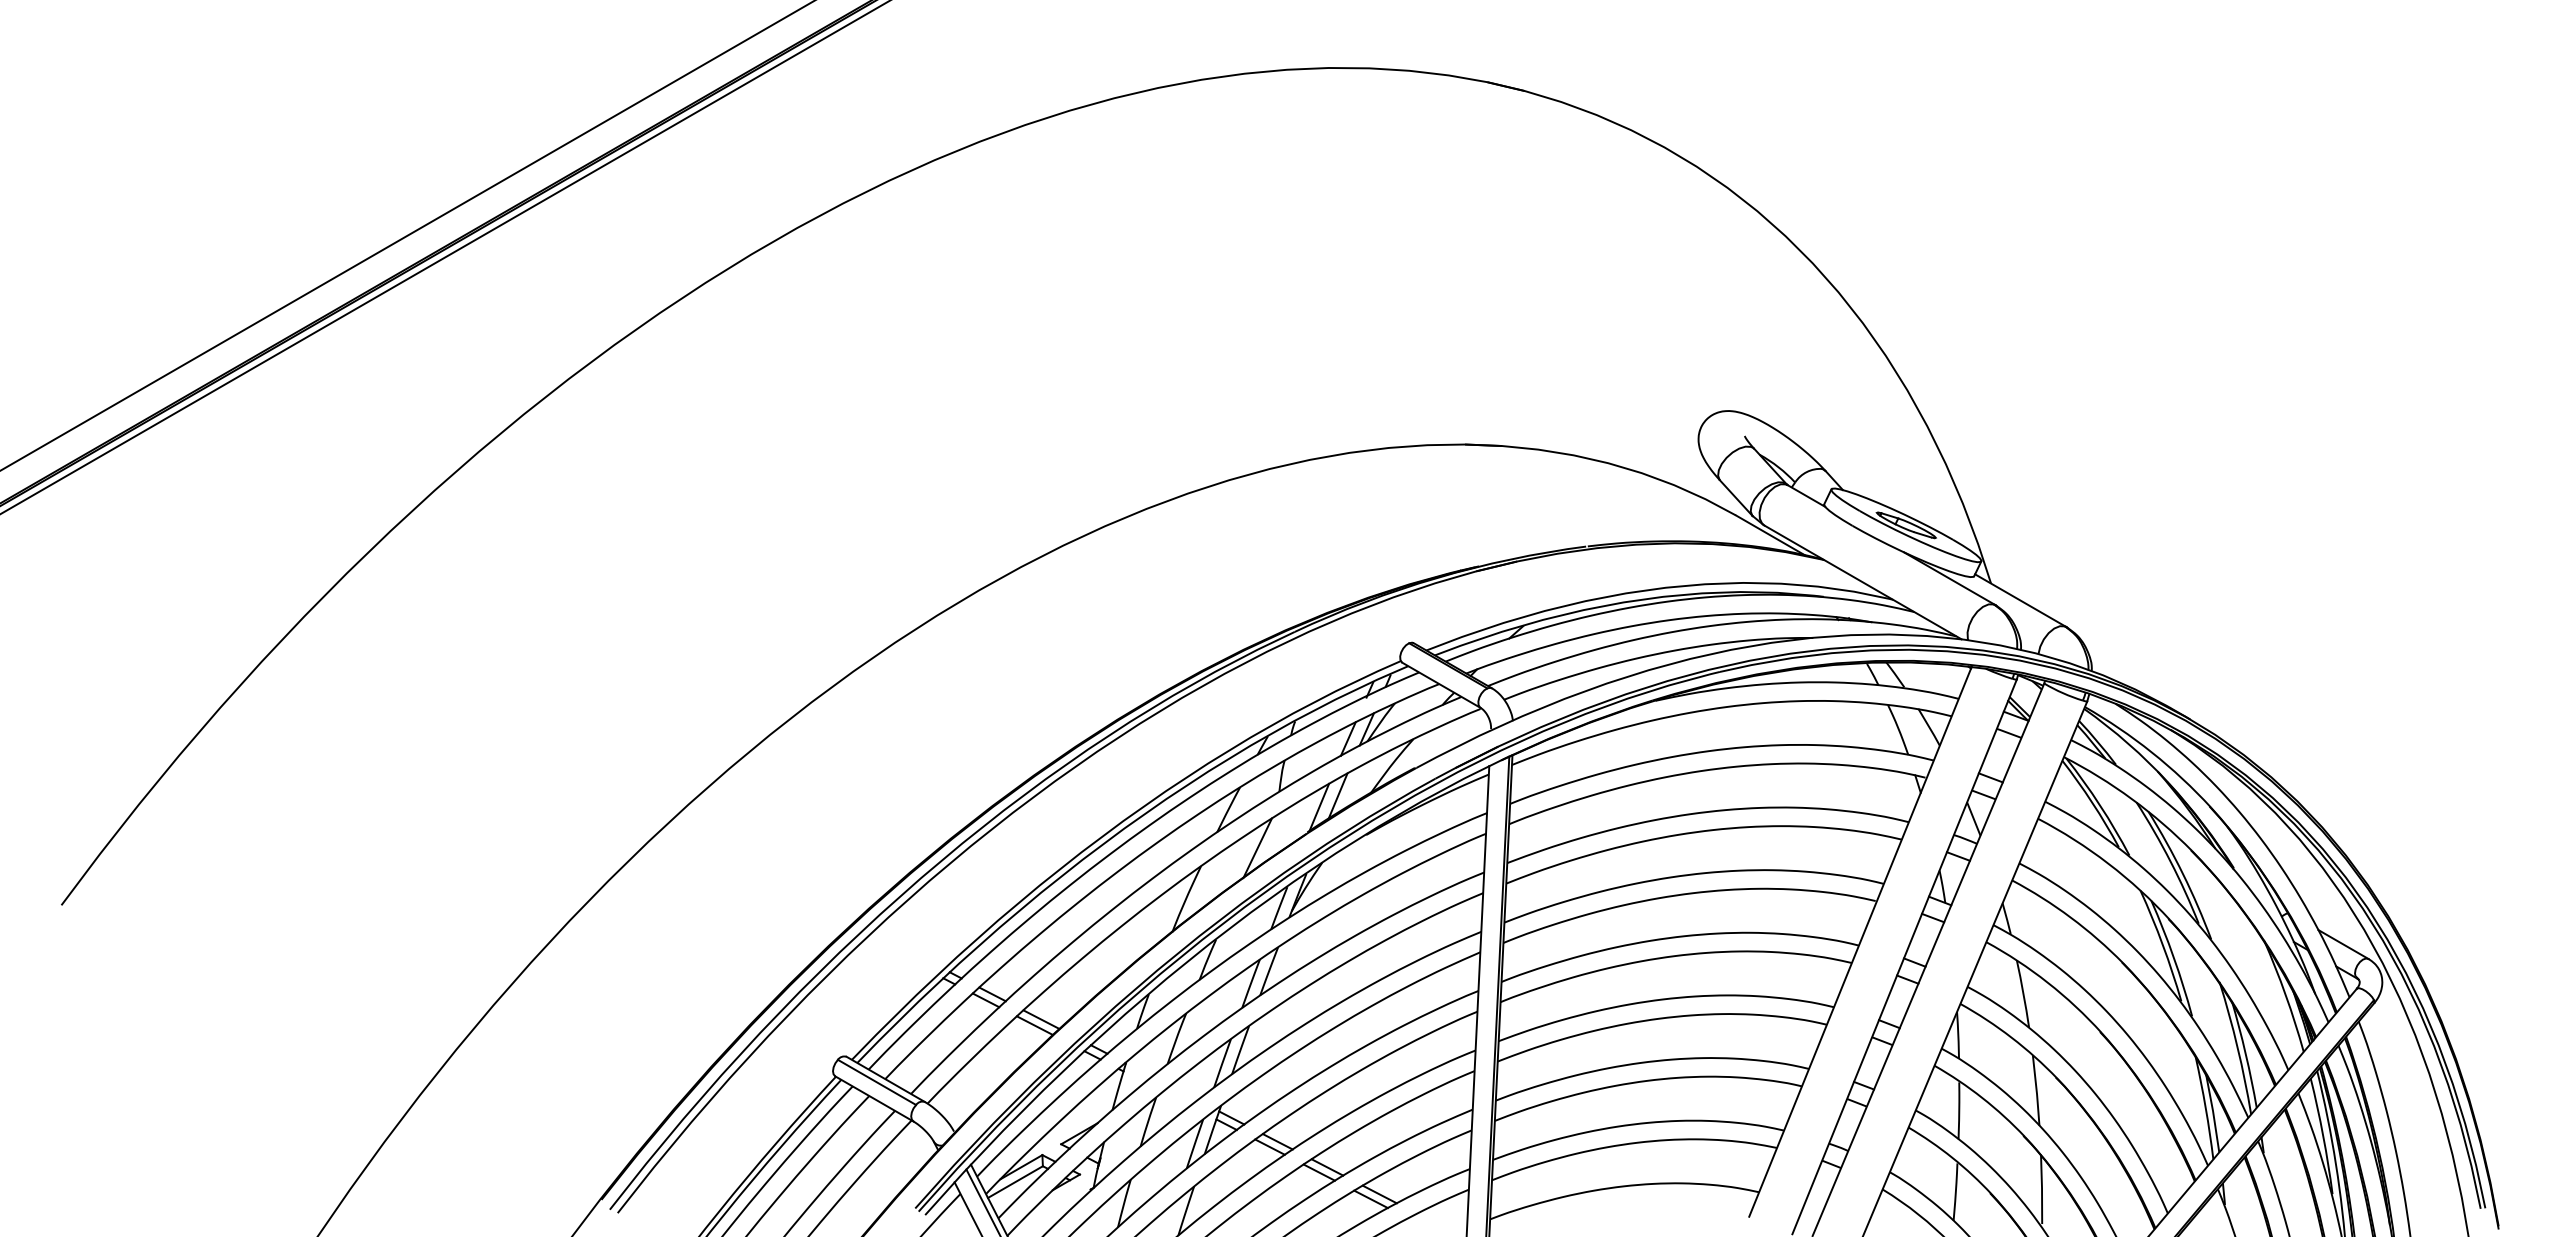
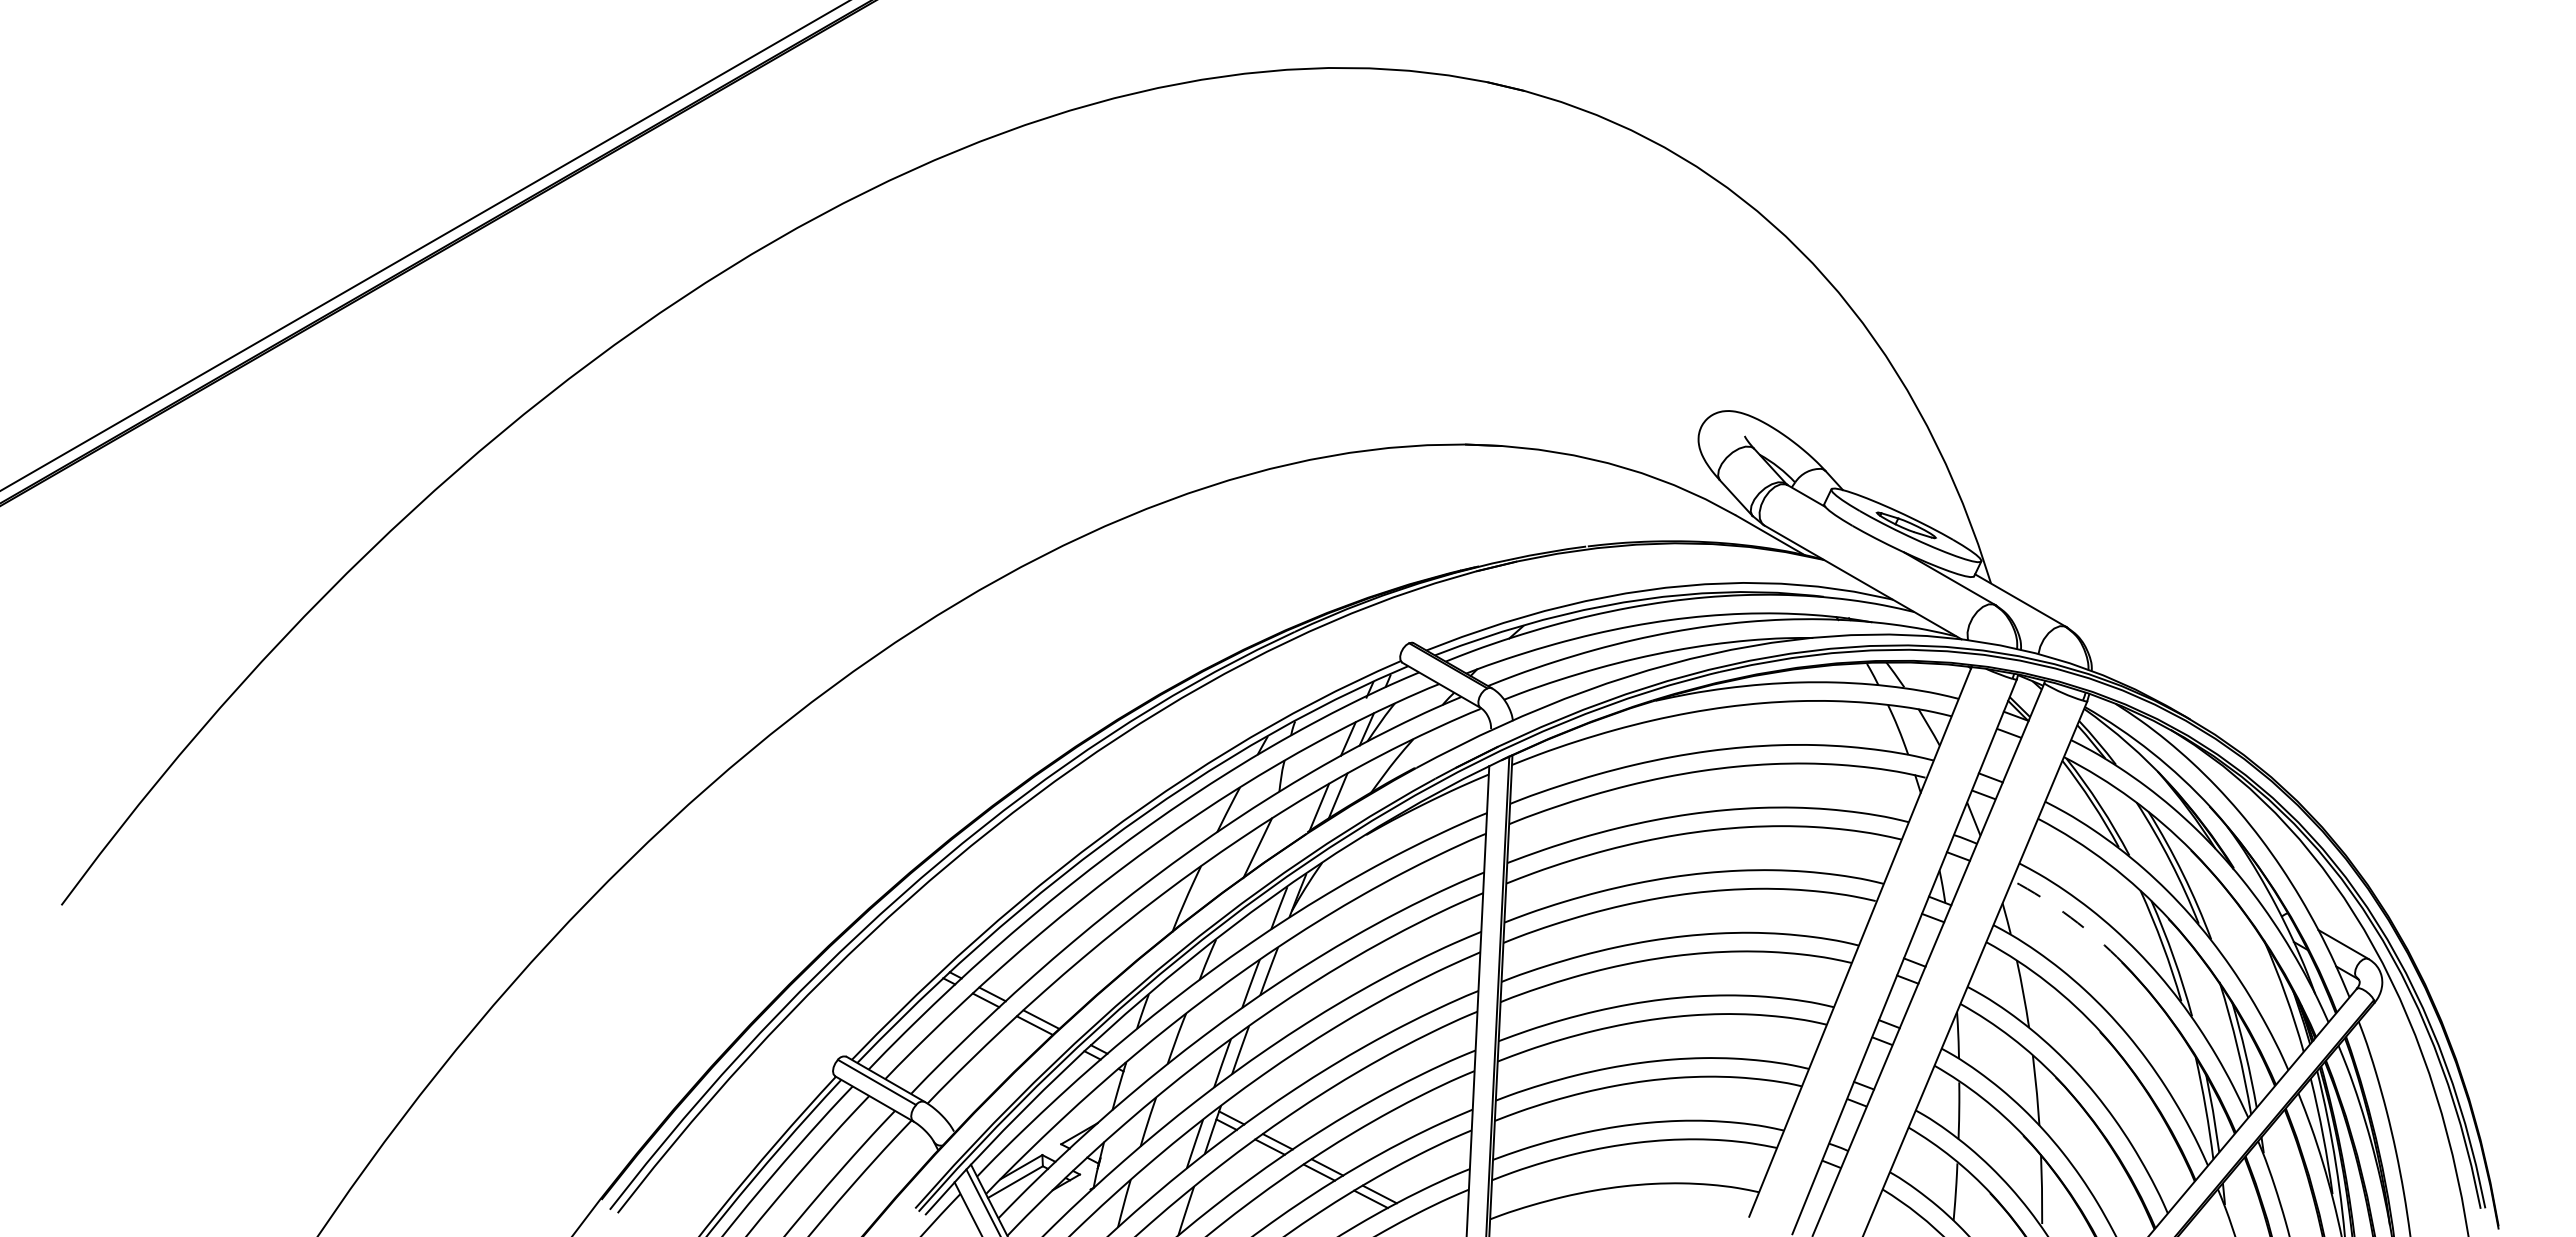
line at (406, 235) position: (406, 235) -> (424, 245)
line at (444, 257): present -> none
arc at (2070, 917): solid -> dashed
